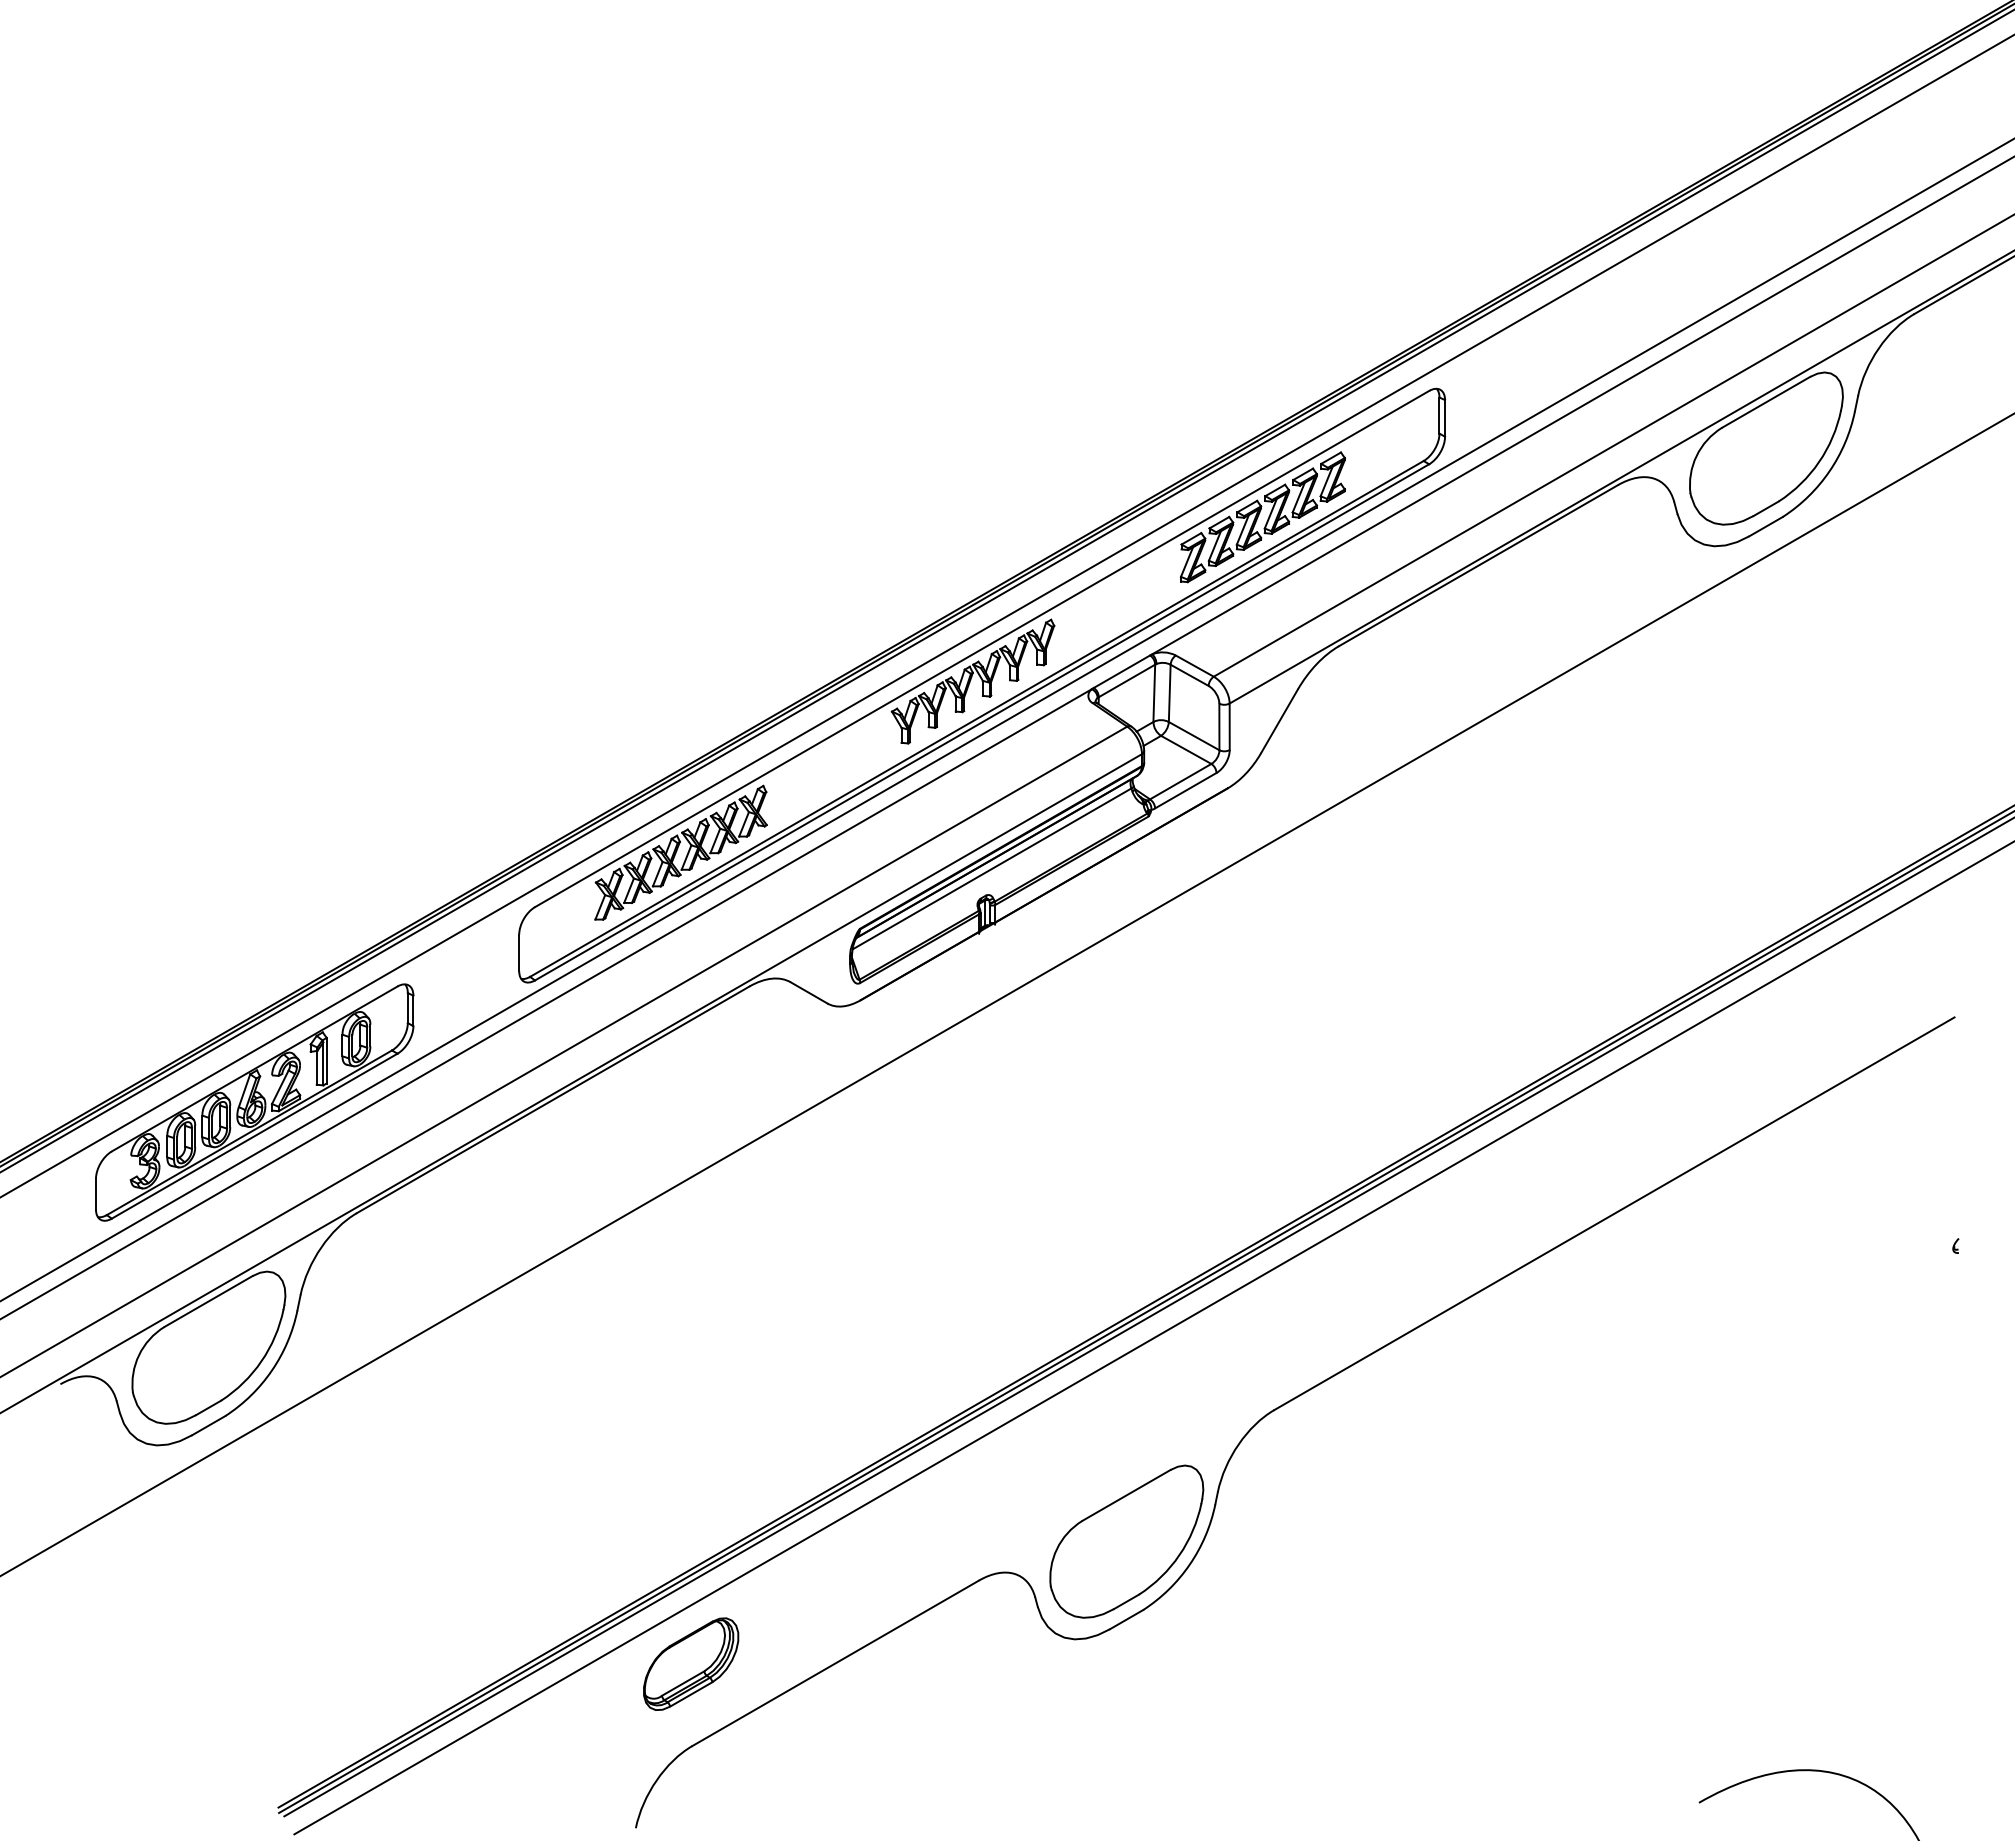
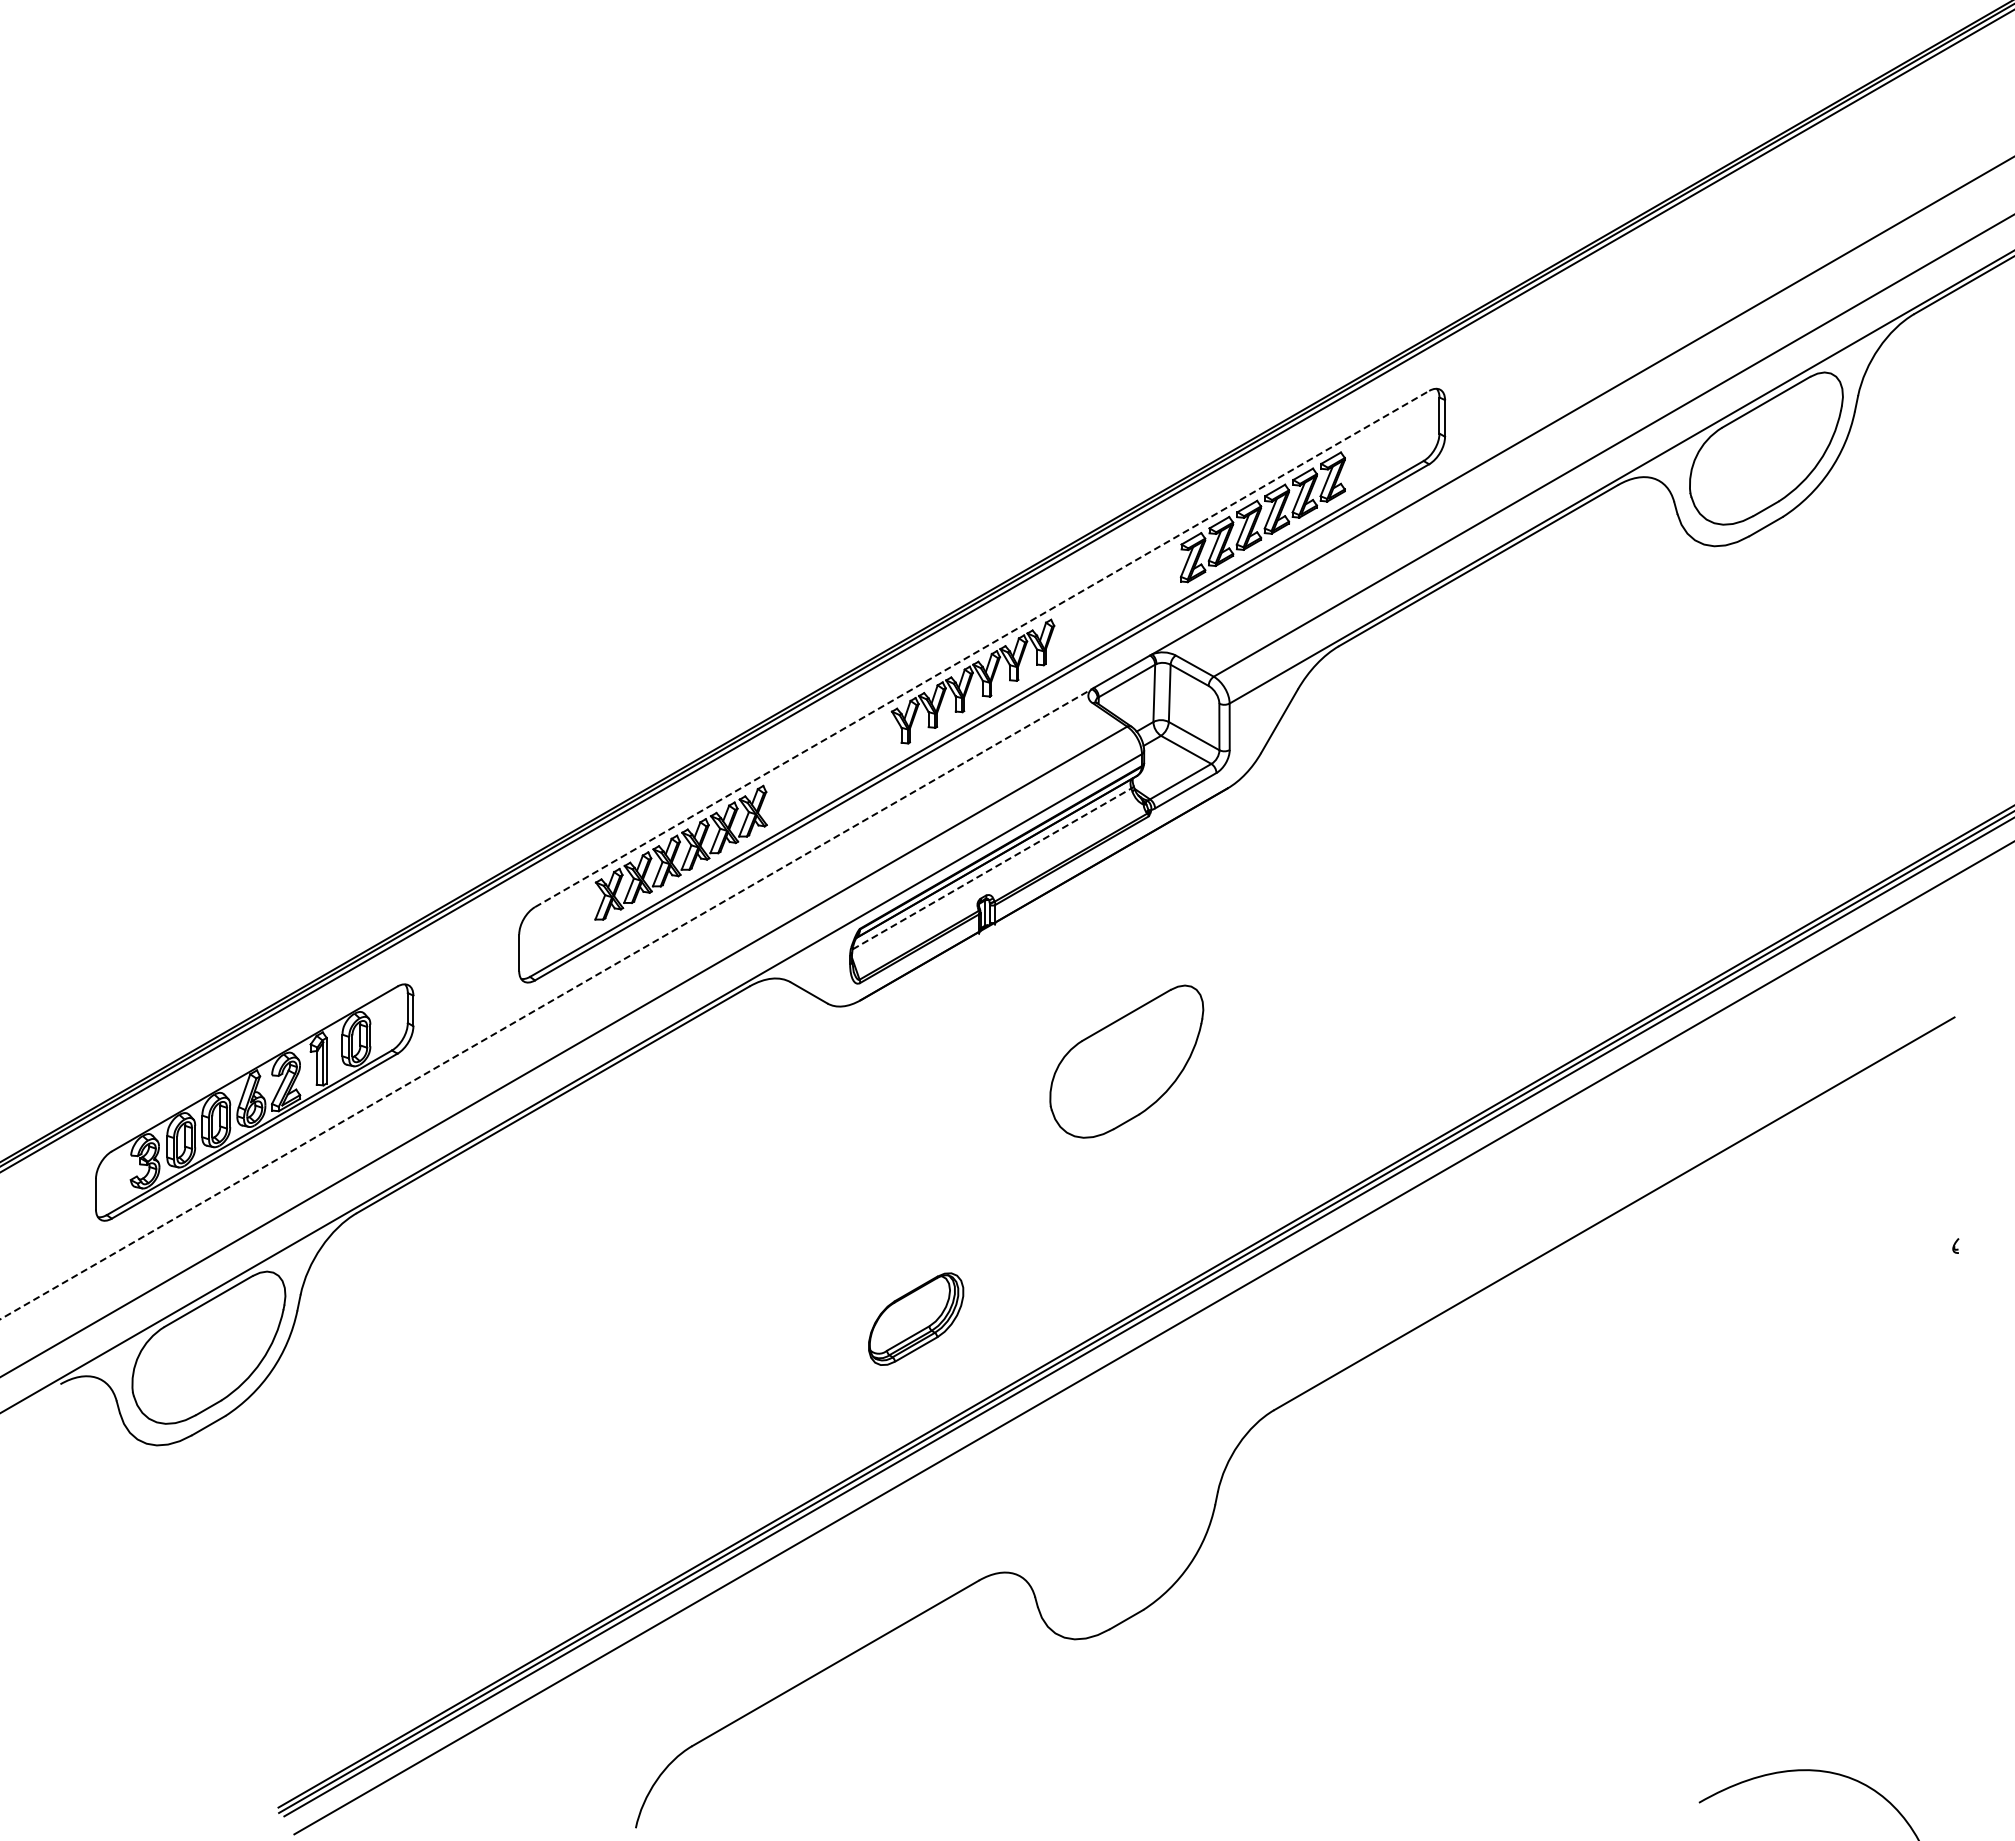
line at (1006, 616): present -> none
line at (982, 648): solid -> dashed
line at (1006, 720): present -> none
line at (992, 868): solid -> dashed
line at (1006, 994): present -> none
line at (546, 1004): solid -> dashed
part at (1126, 1541) position: (1126, 1541) -> (1126, 1061)
part at (691, 1663) position: (691, 1663) -> (916, 1318)
